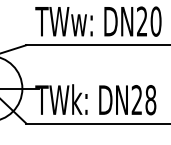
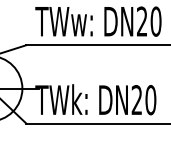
text at (150, 99): DN28 -> DN20
